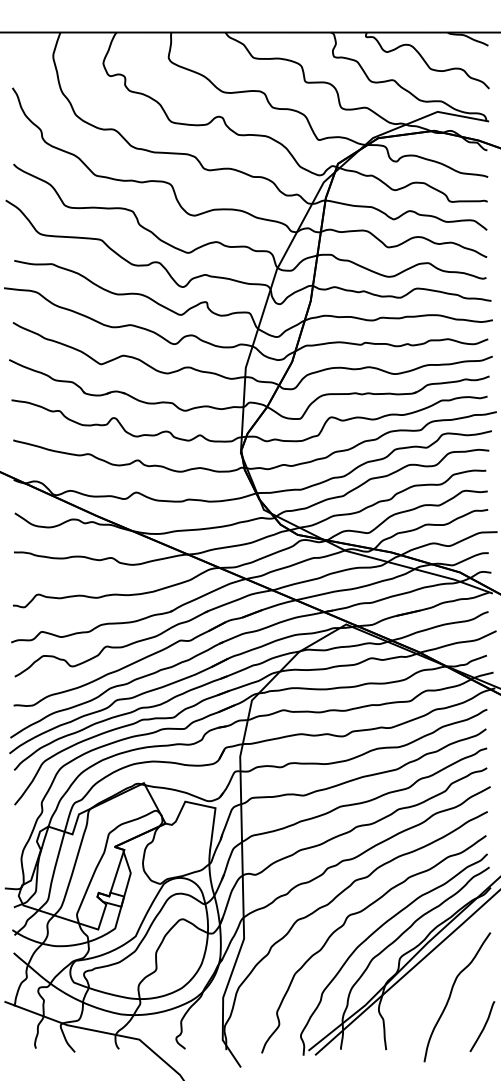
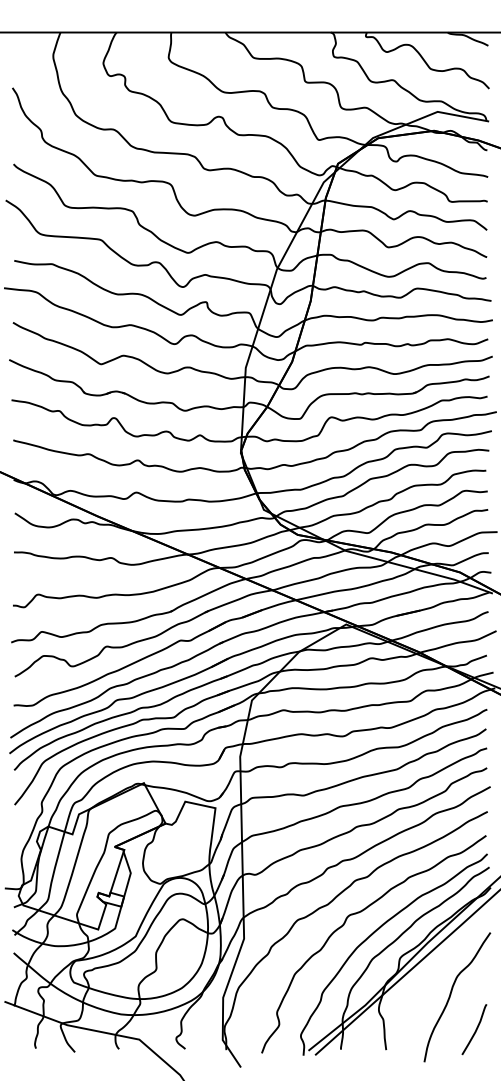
curve at (483, 1026) position: (483, 1026) -> (475, 1029)
